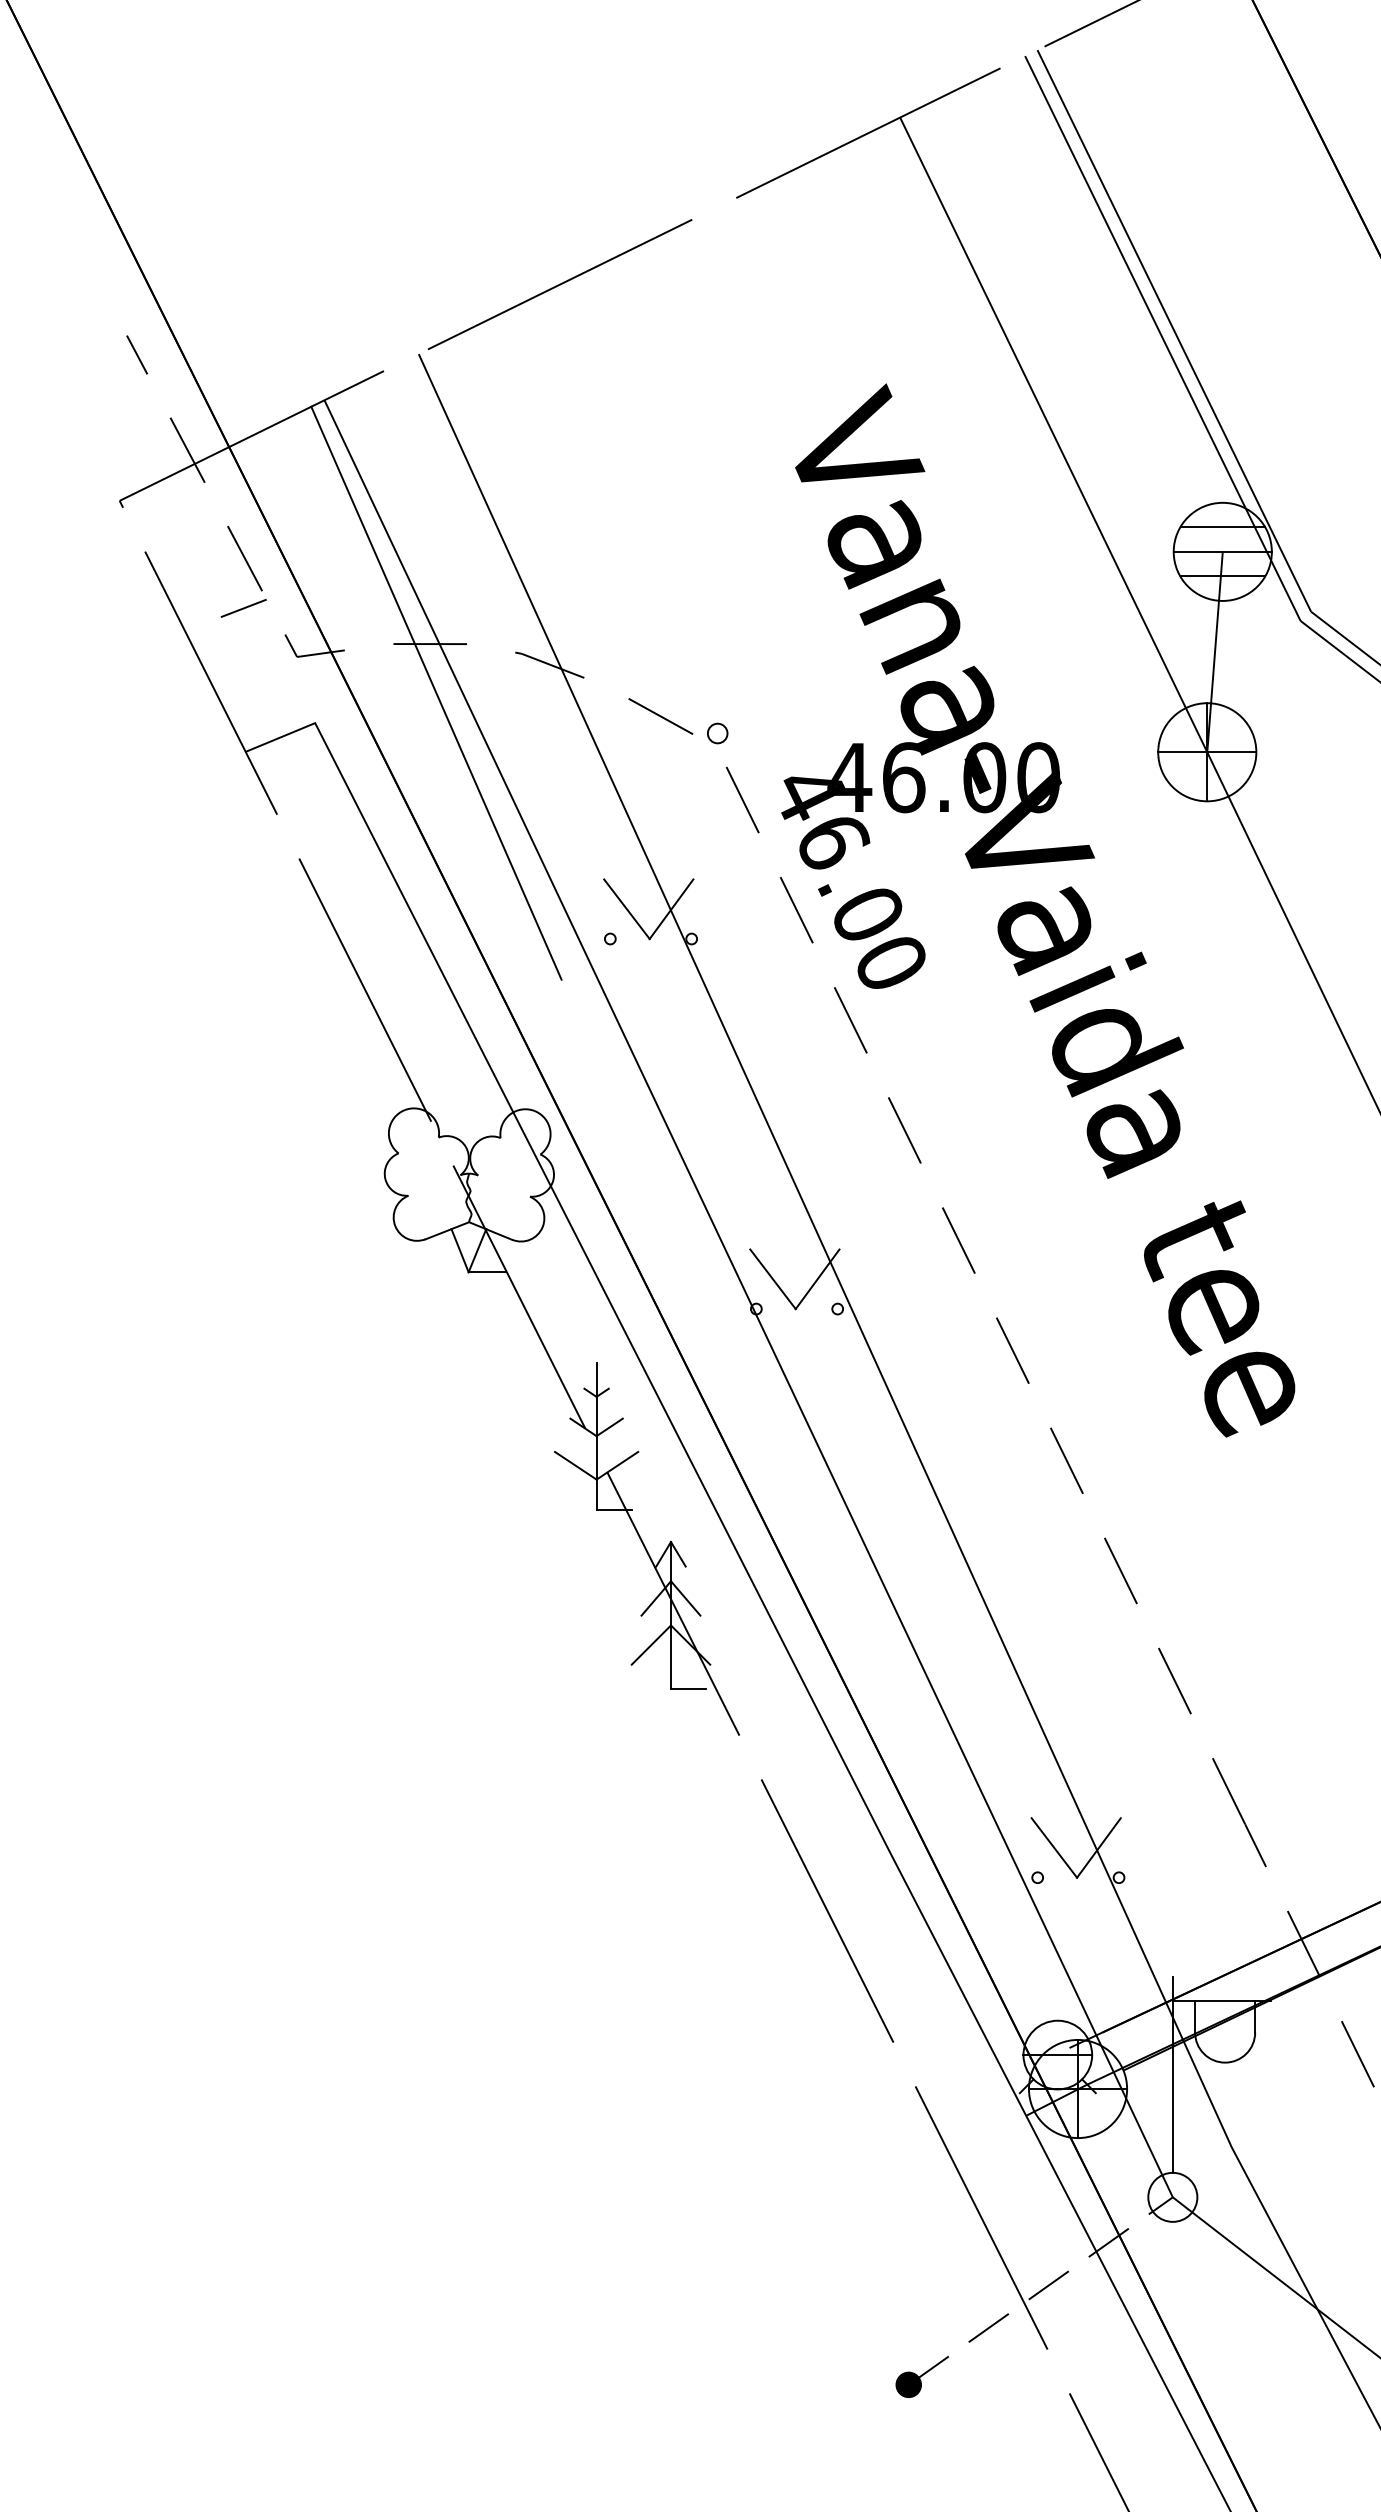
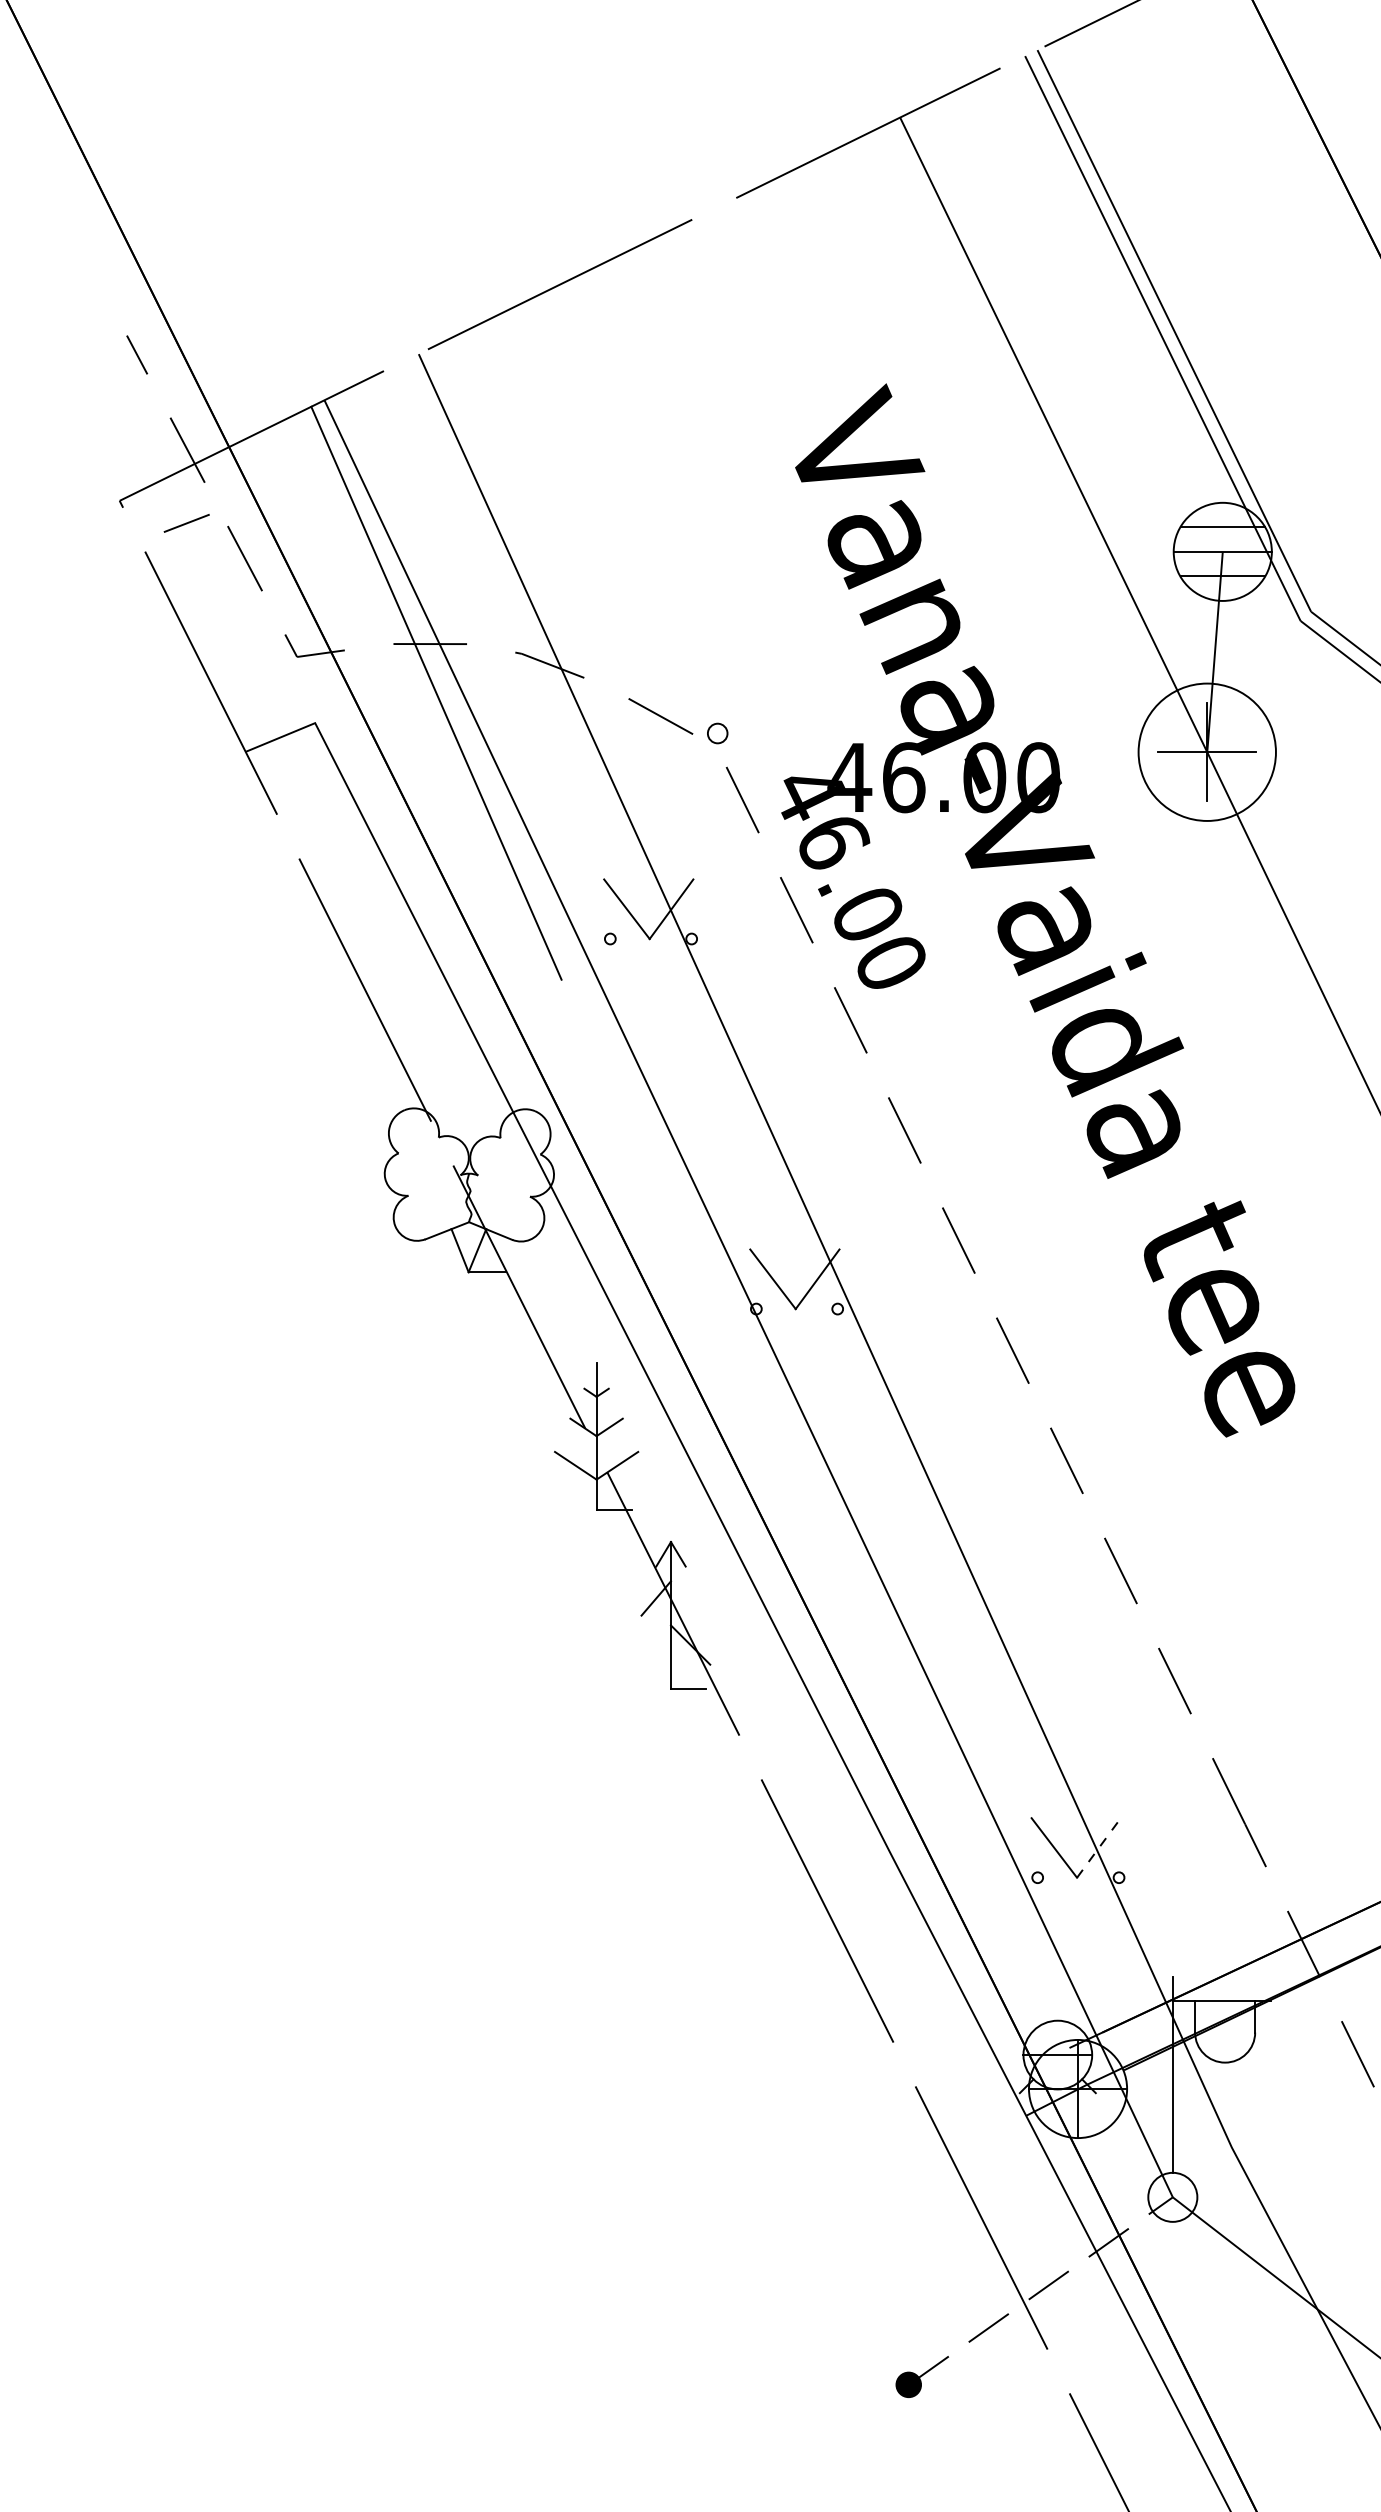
line at (243, 608) position: (243, 608) -> (186, 523)
circle at (1207, 752) diameter: 98 px -> 137 px
line at (685, 1598): present -> none
line at (650, 1644): present -> none
line at (1098, 1847): solid -> dashed
